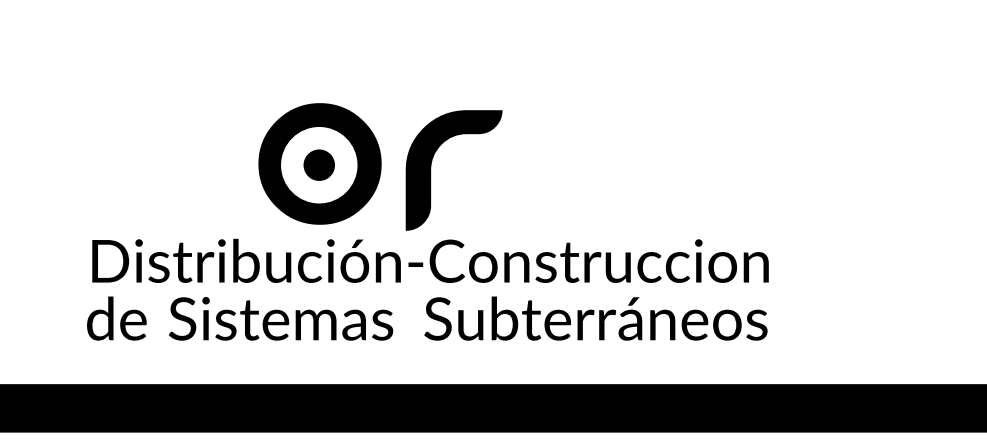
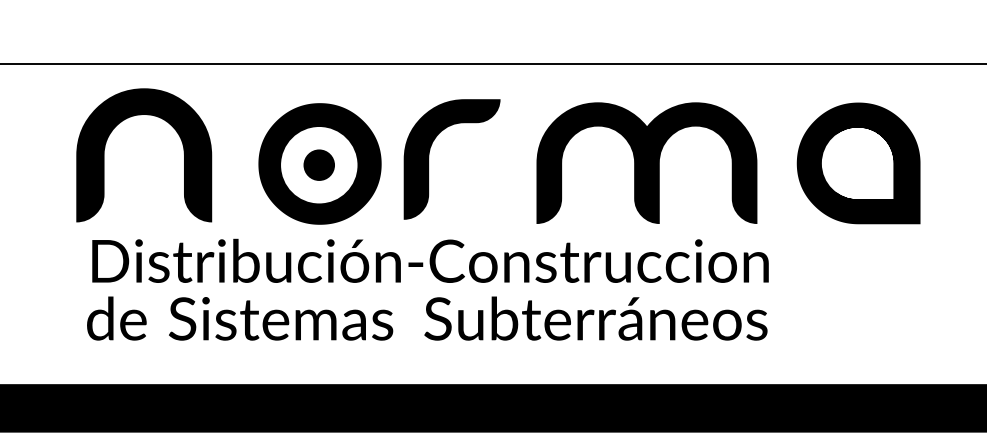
line at (492, 63): none -> present
fill at (144, 155): none -> present
fill at (646, 163): none -> present
part at (858, 163): none -> present
part at (431, 170) position: (431, 170) -> (429, 159)
